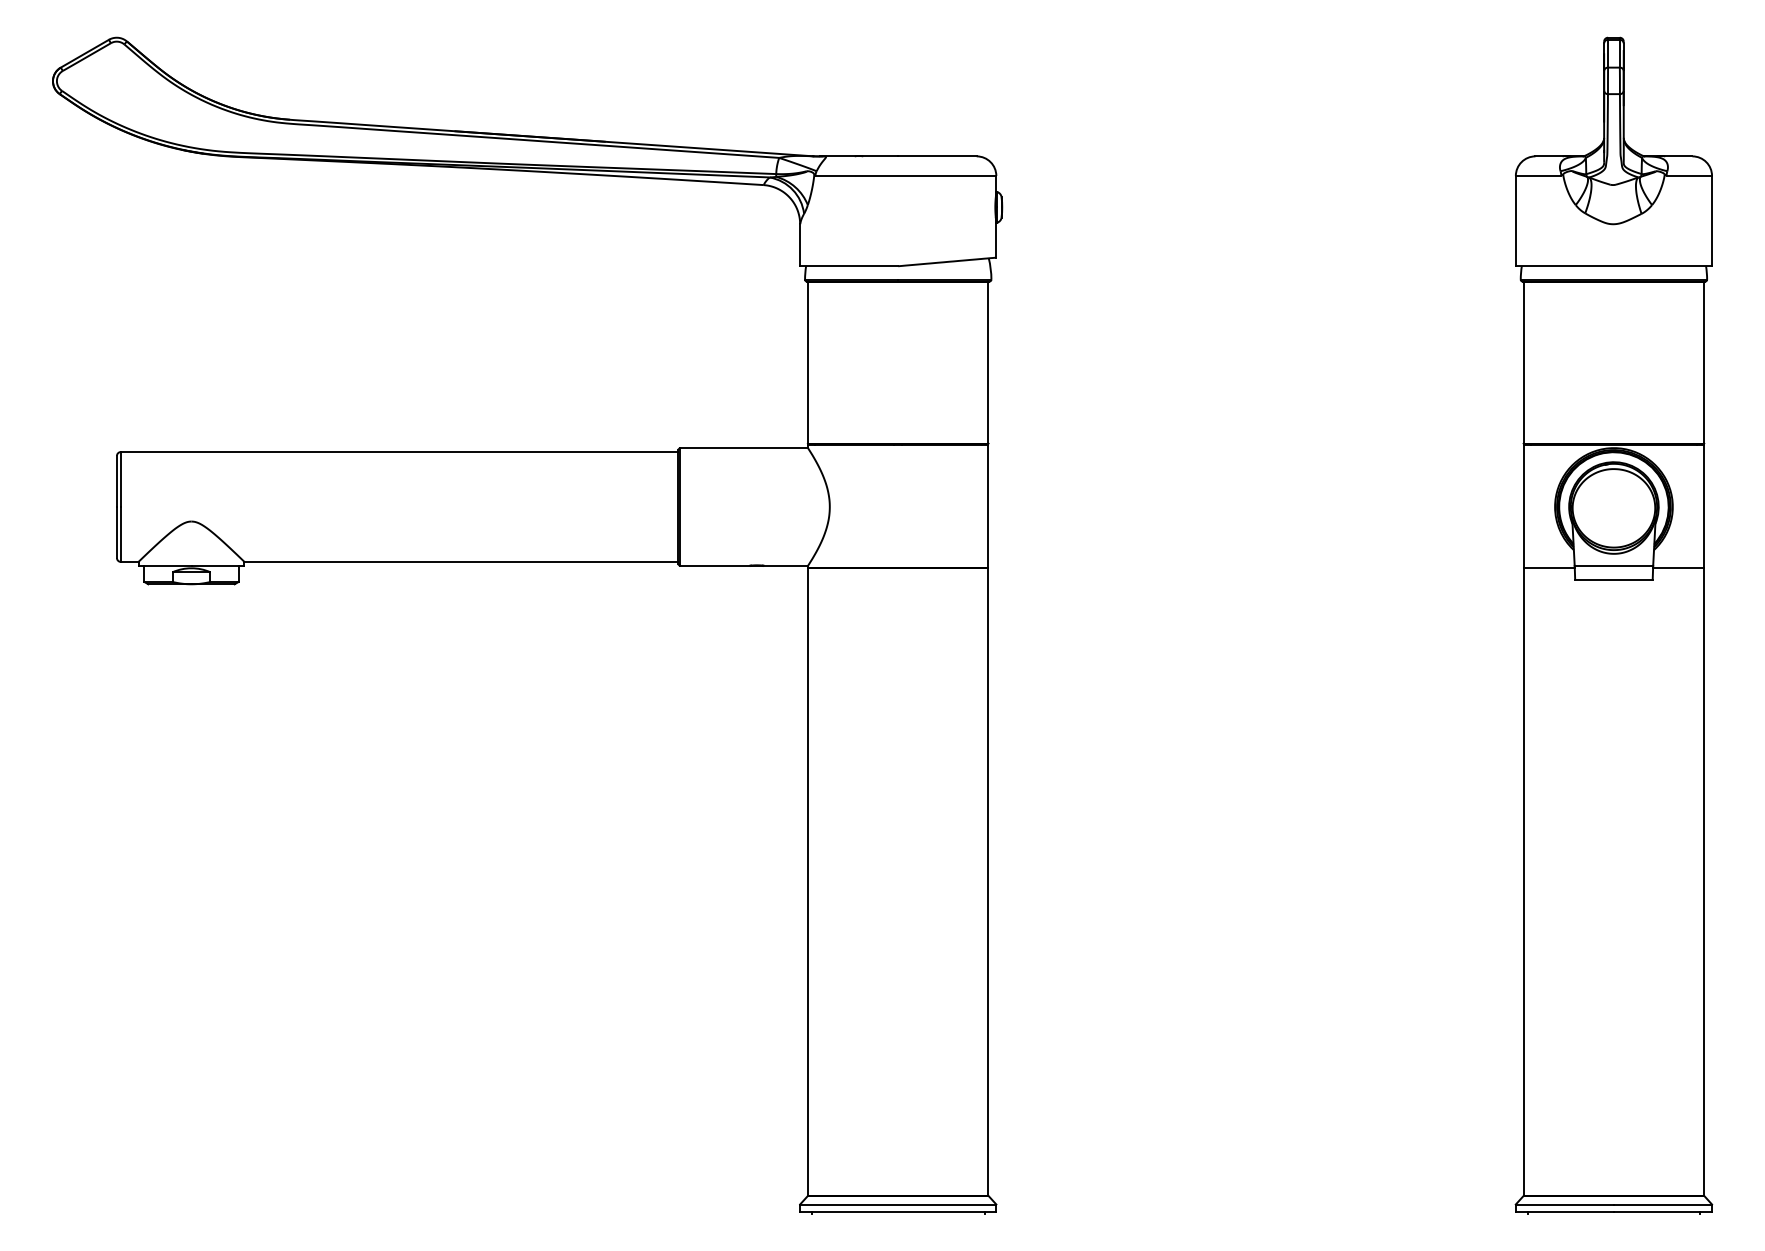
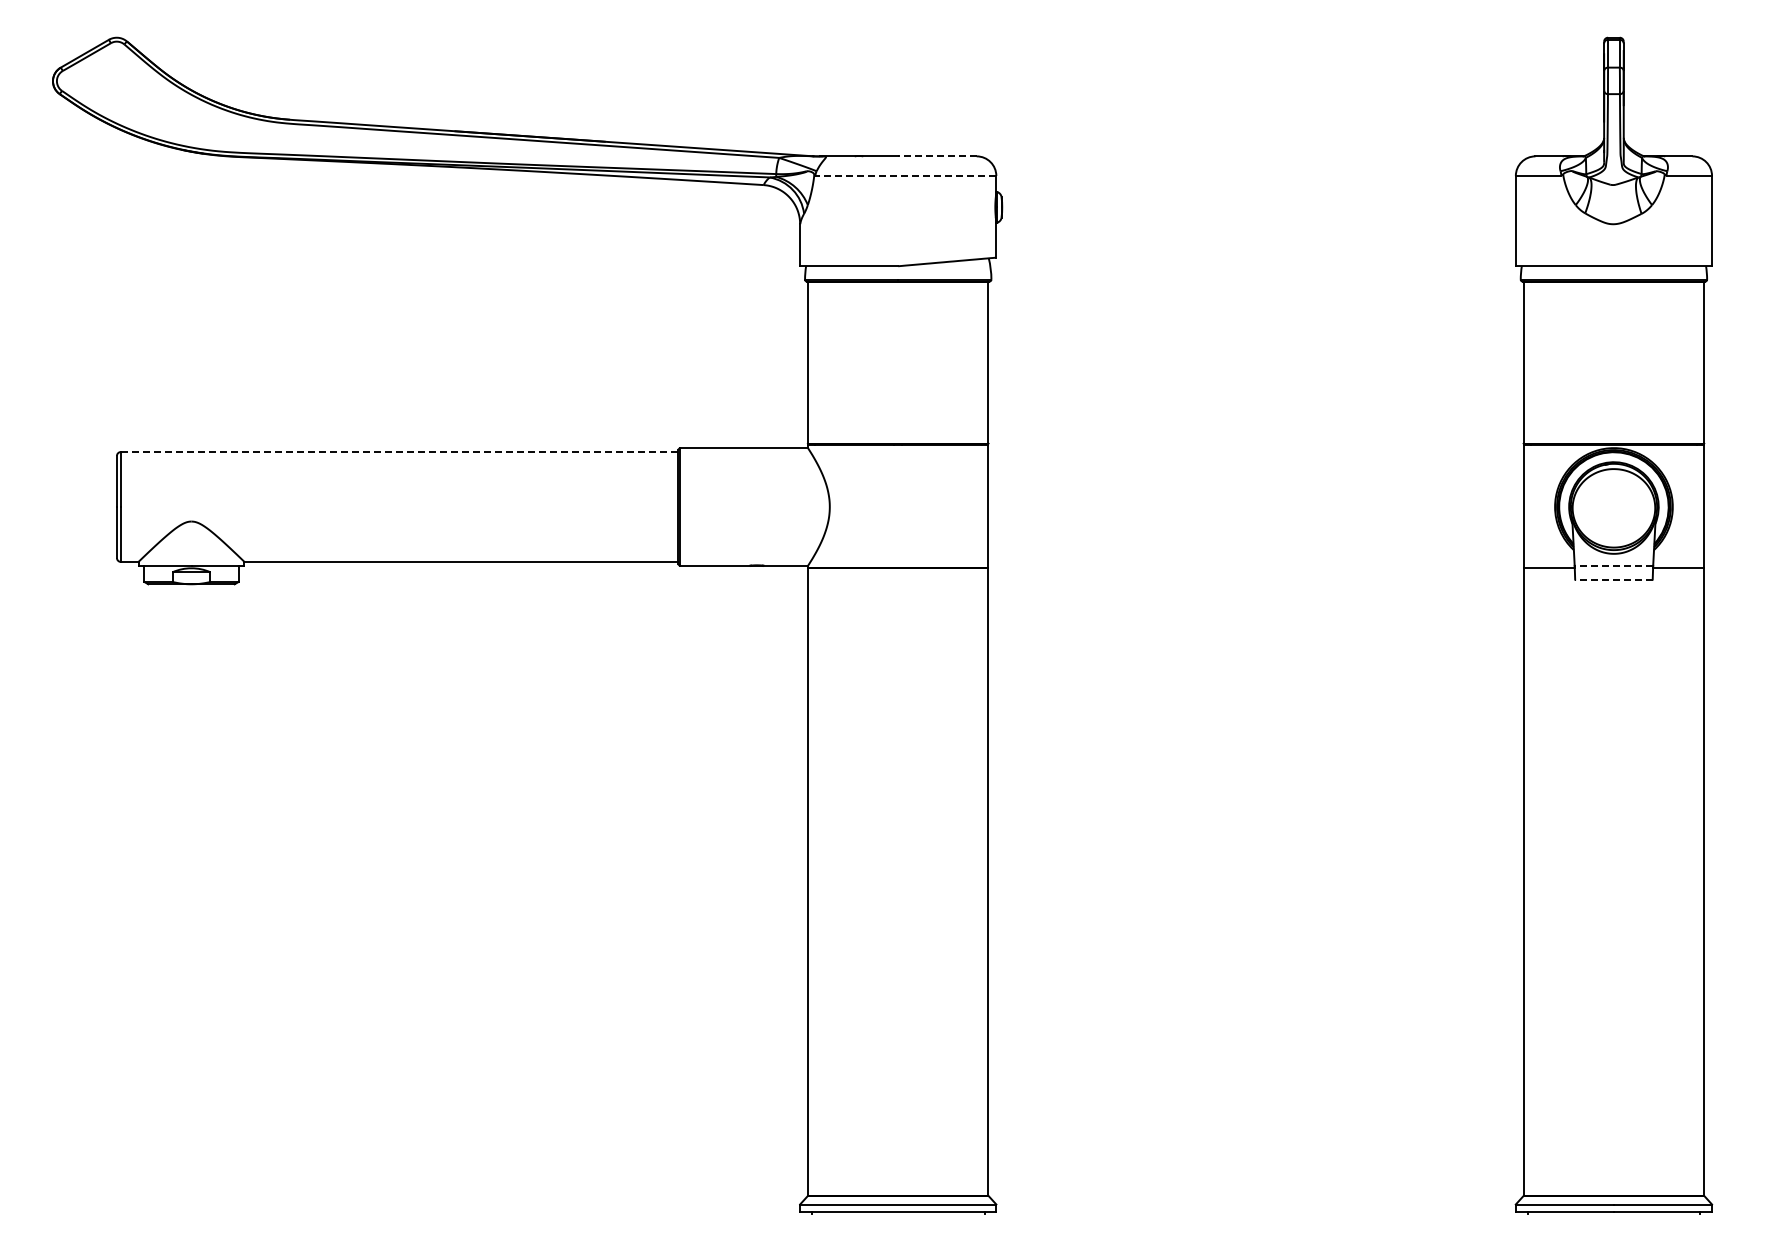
line at (936, 156): solid -> dashed
line at (905, 176): solid -> dashed
line at (399, 452): solid -> dashed
line at (1613, 565): solid -> dashed
line at (1613, 579): solid -> dashed
